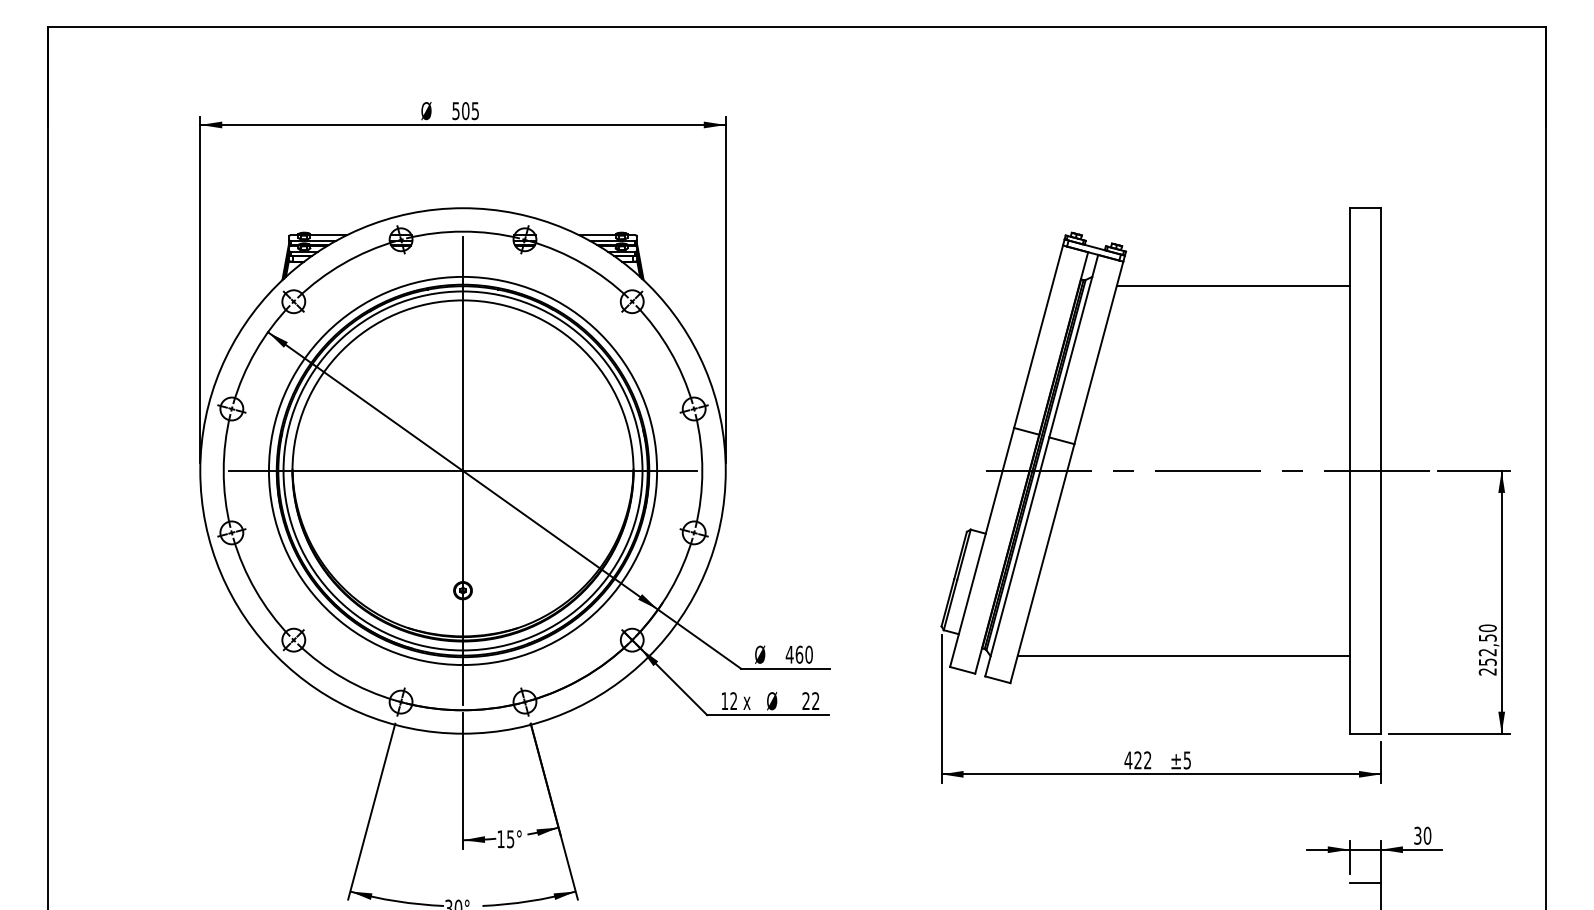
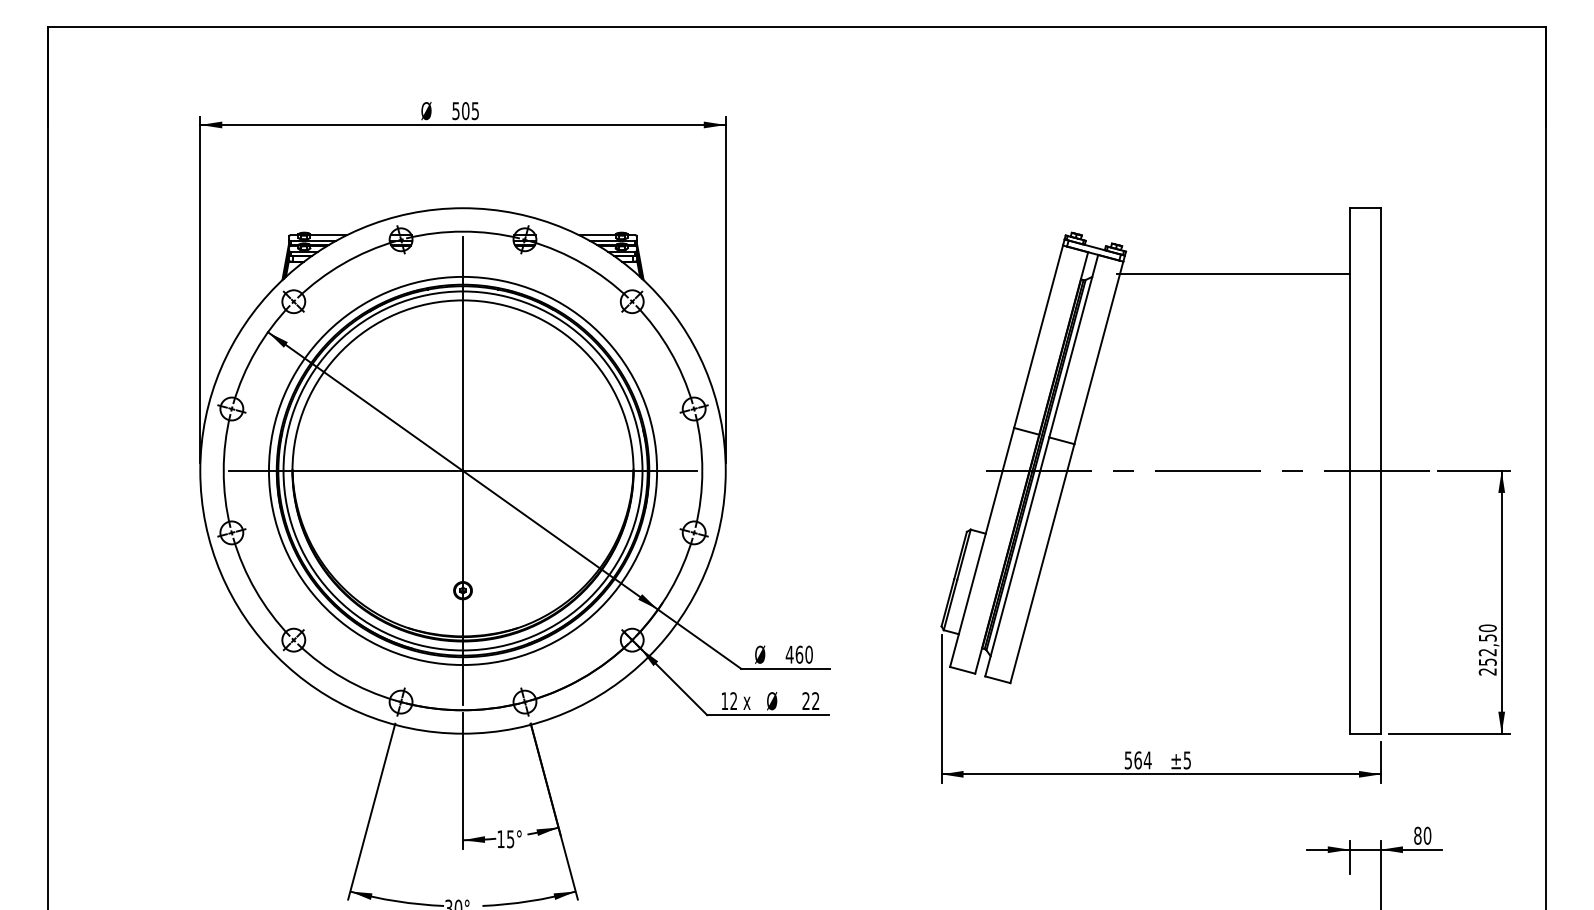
line at (1232, 286) position: (1232, 286) -> (1232, 274)
line at (1183, 655): present -> none
text at (1137, 760): 422 -> 564
text at (1417, 835): 30 -> 80
line at (1364, 882): present -> none
